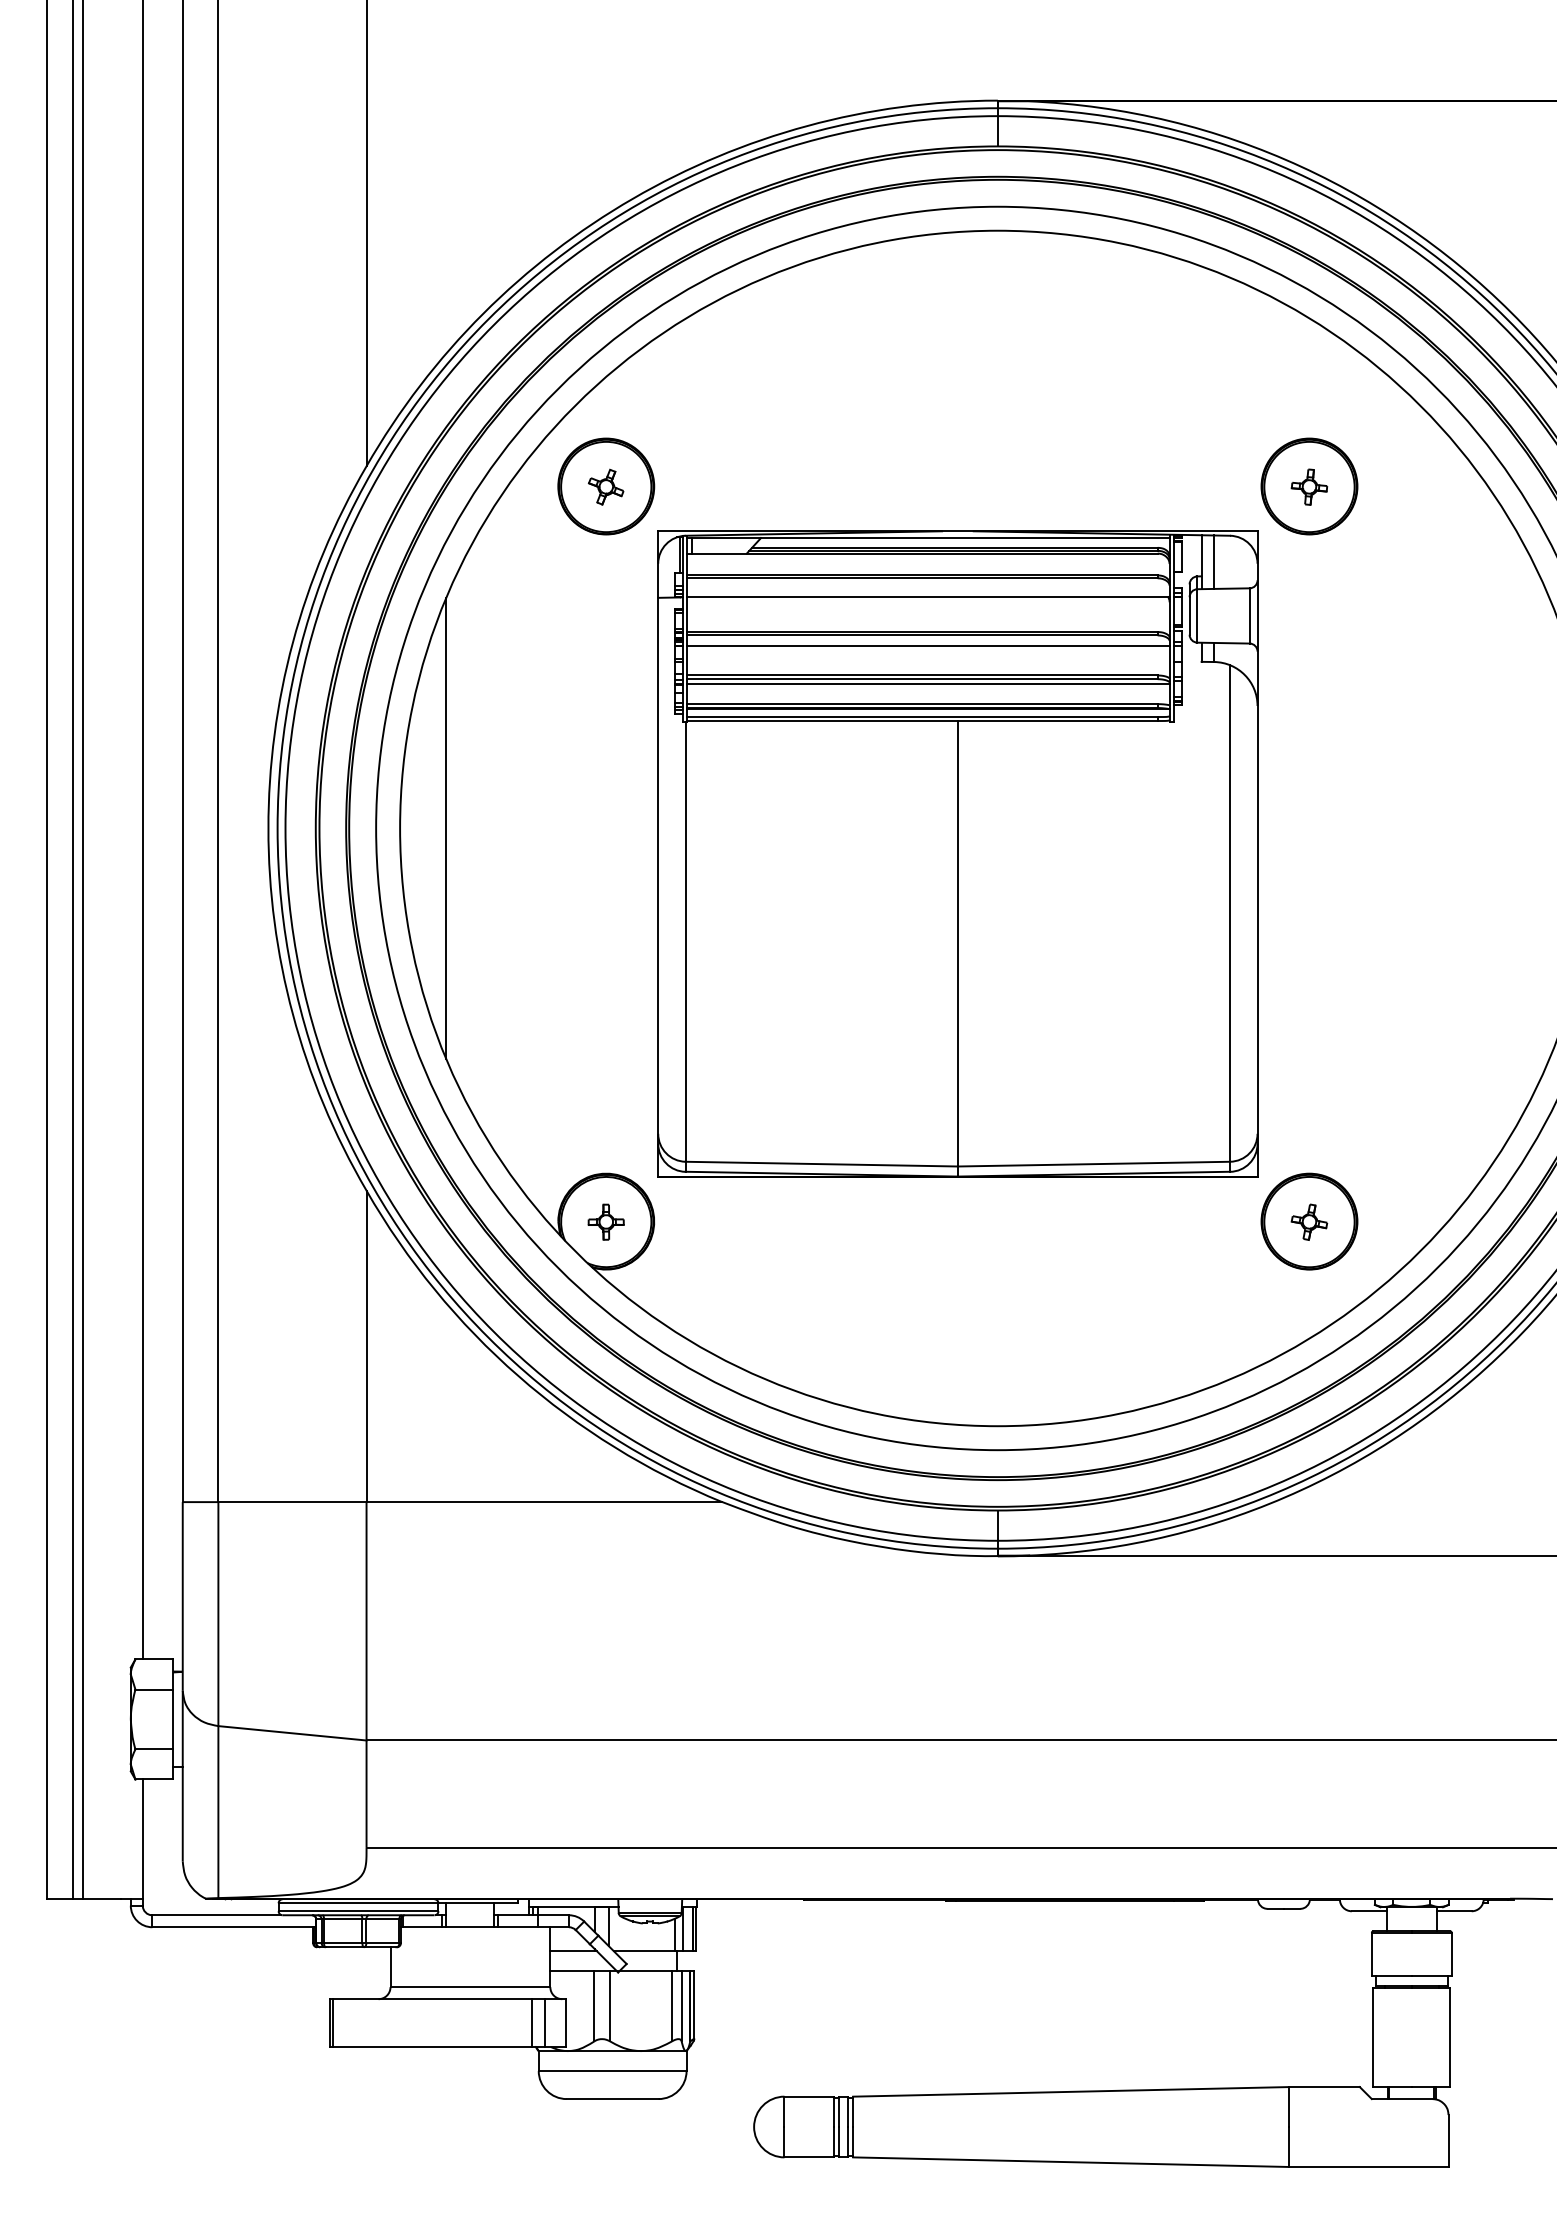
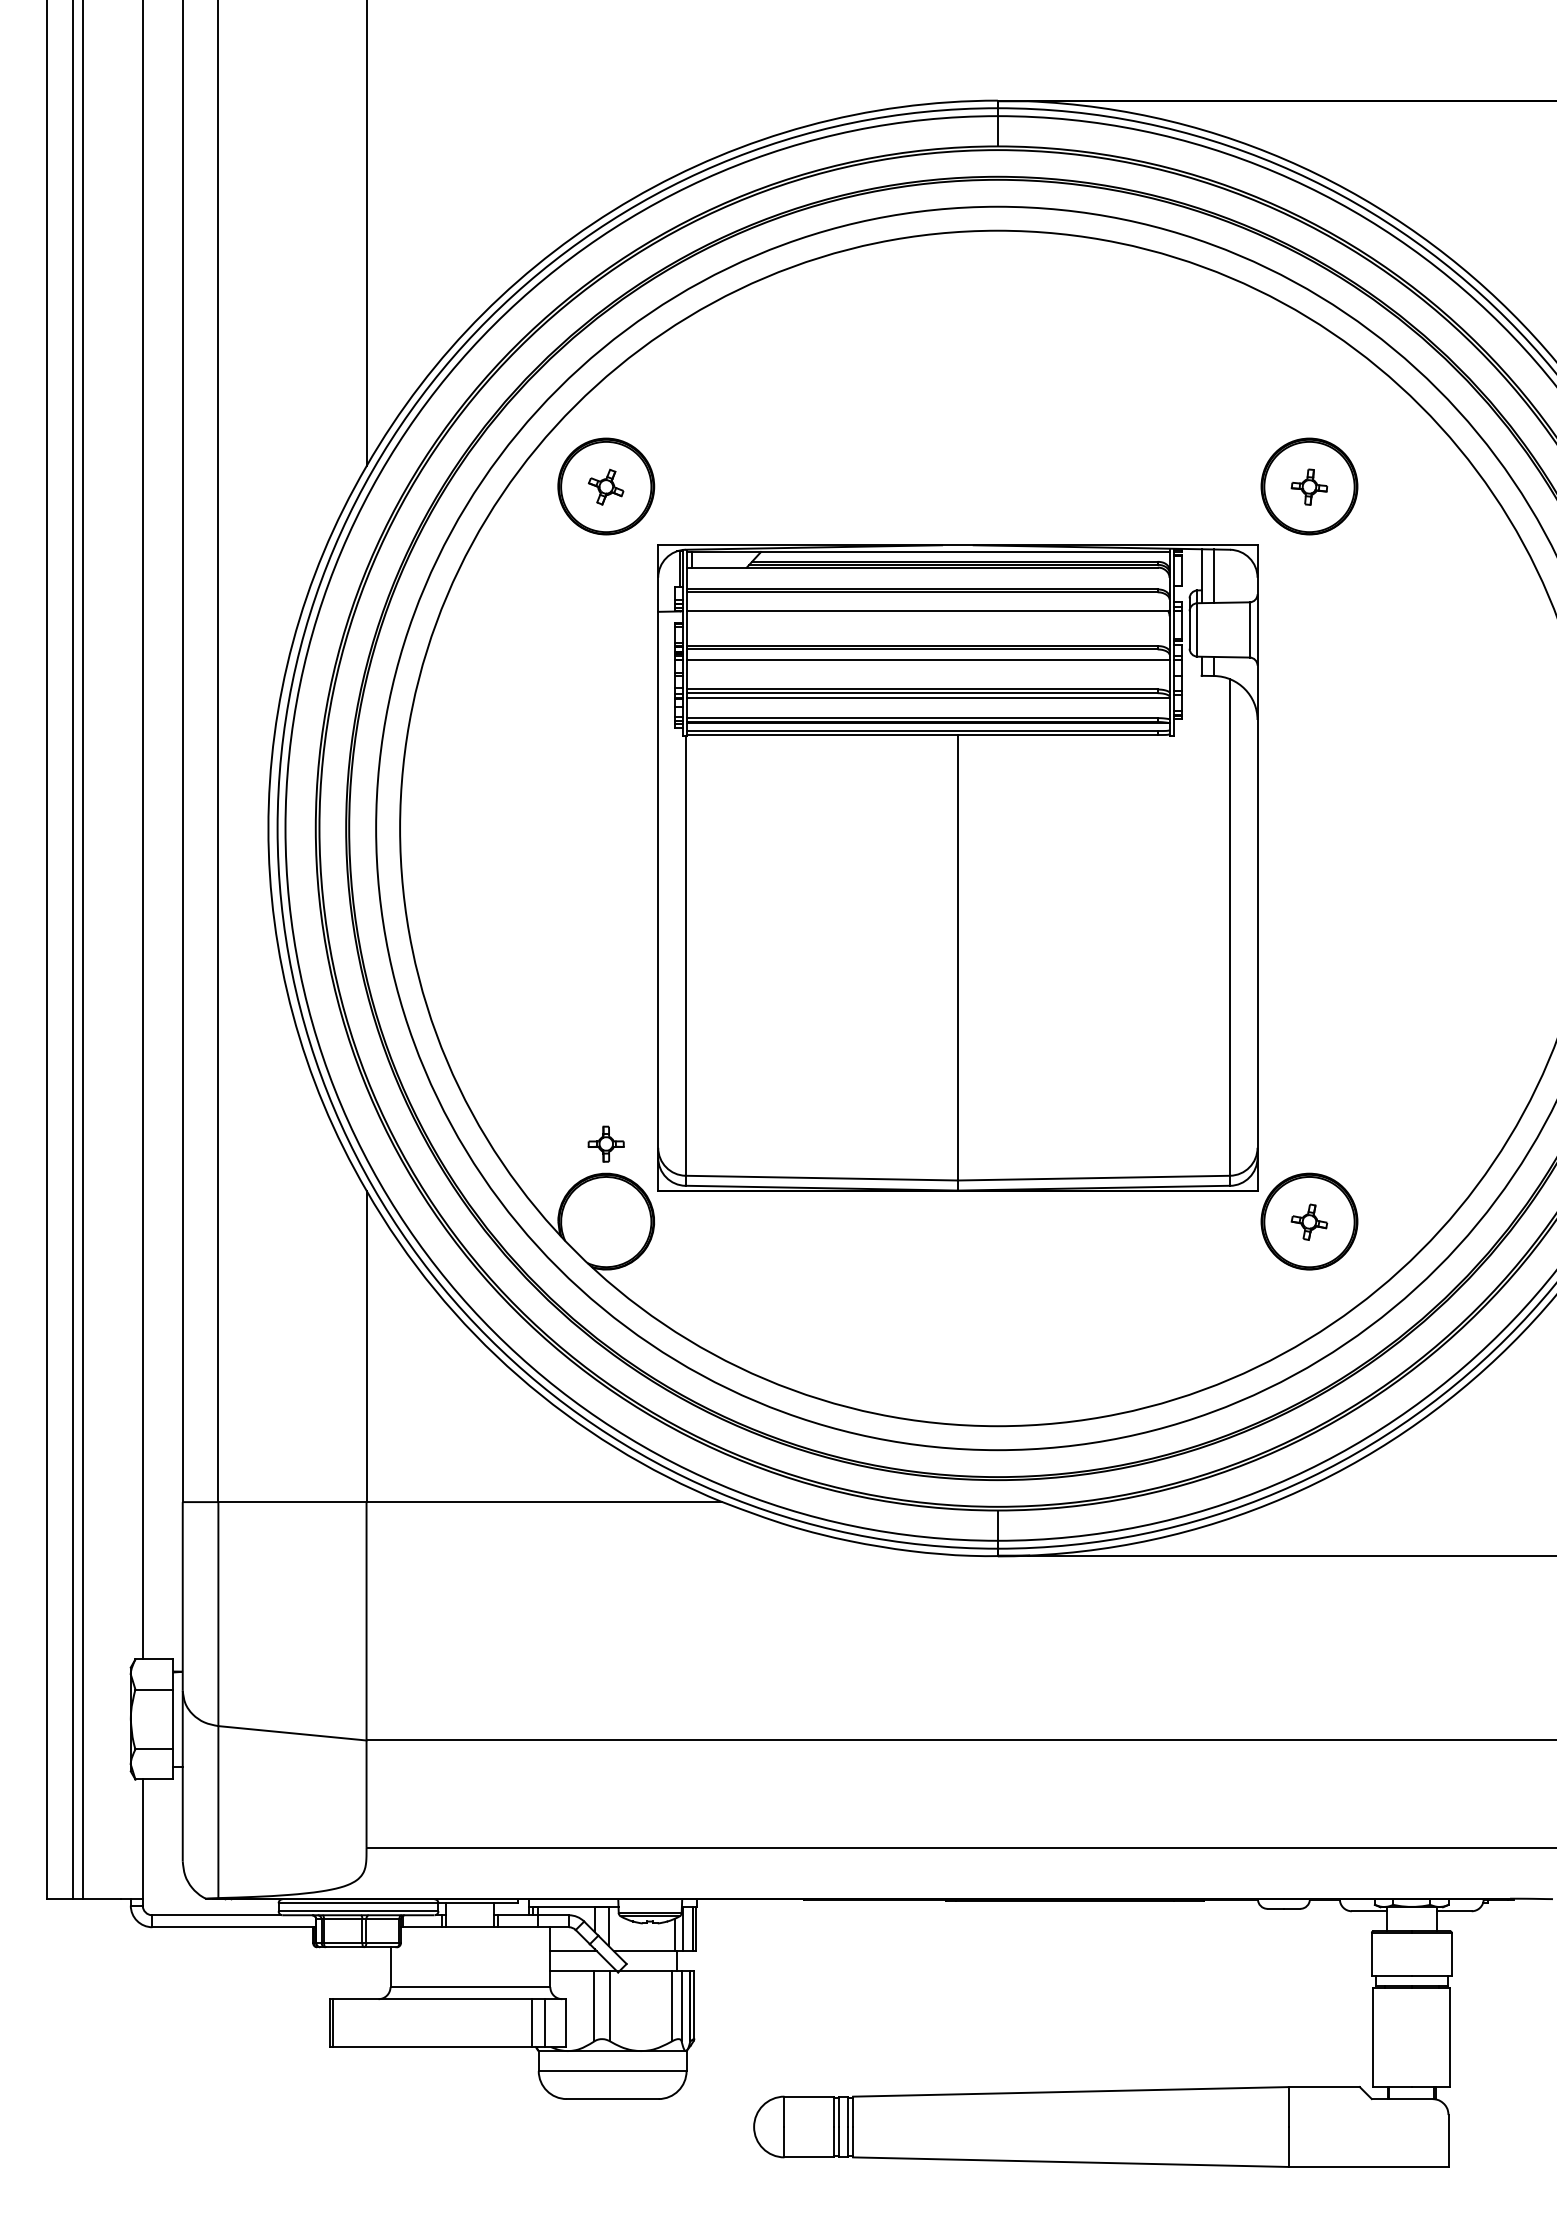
line at (446, 828): present -> none
part at (957, 853) position: (957, 853) -> (957, 867)
part at (605, 1221) position: (605, 1221) -> (605, 1143)
